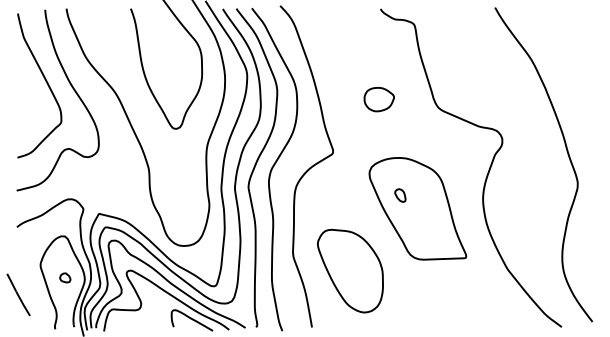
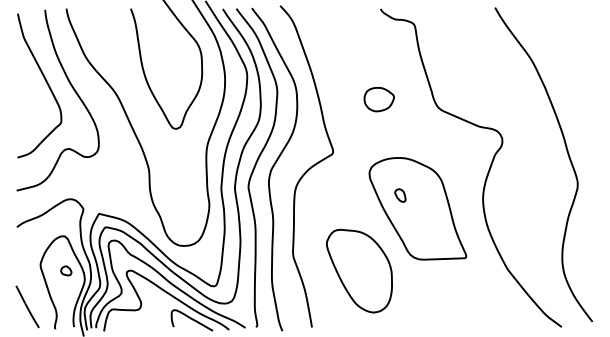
part at (350, 270) position: (350, 270) -> (359, 270)
part at (65, 277) position: (65, 277) -> (66, 270)
line at (18, 294) position: (18, 294) -> (27, 306)
